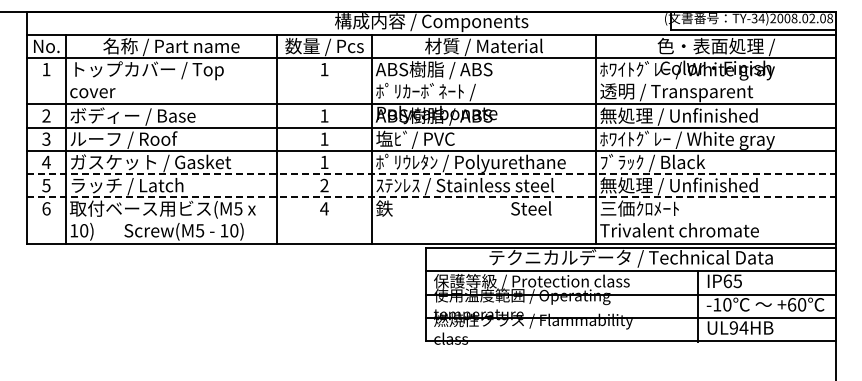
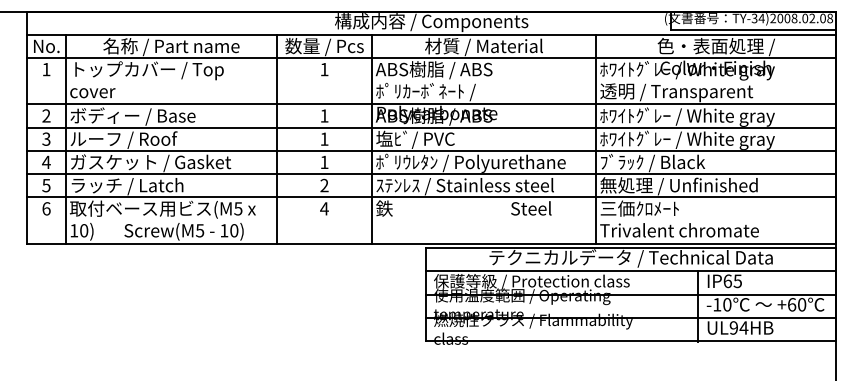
text at (687, 116): 無処理 / Unfinished -> ﾎﾜｲﾄｸﾞﾚｰ / White gray
line at (432, 173): dashed -> solid
line at (432, 197): dashed -> solid
